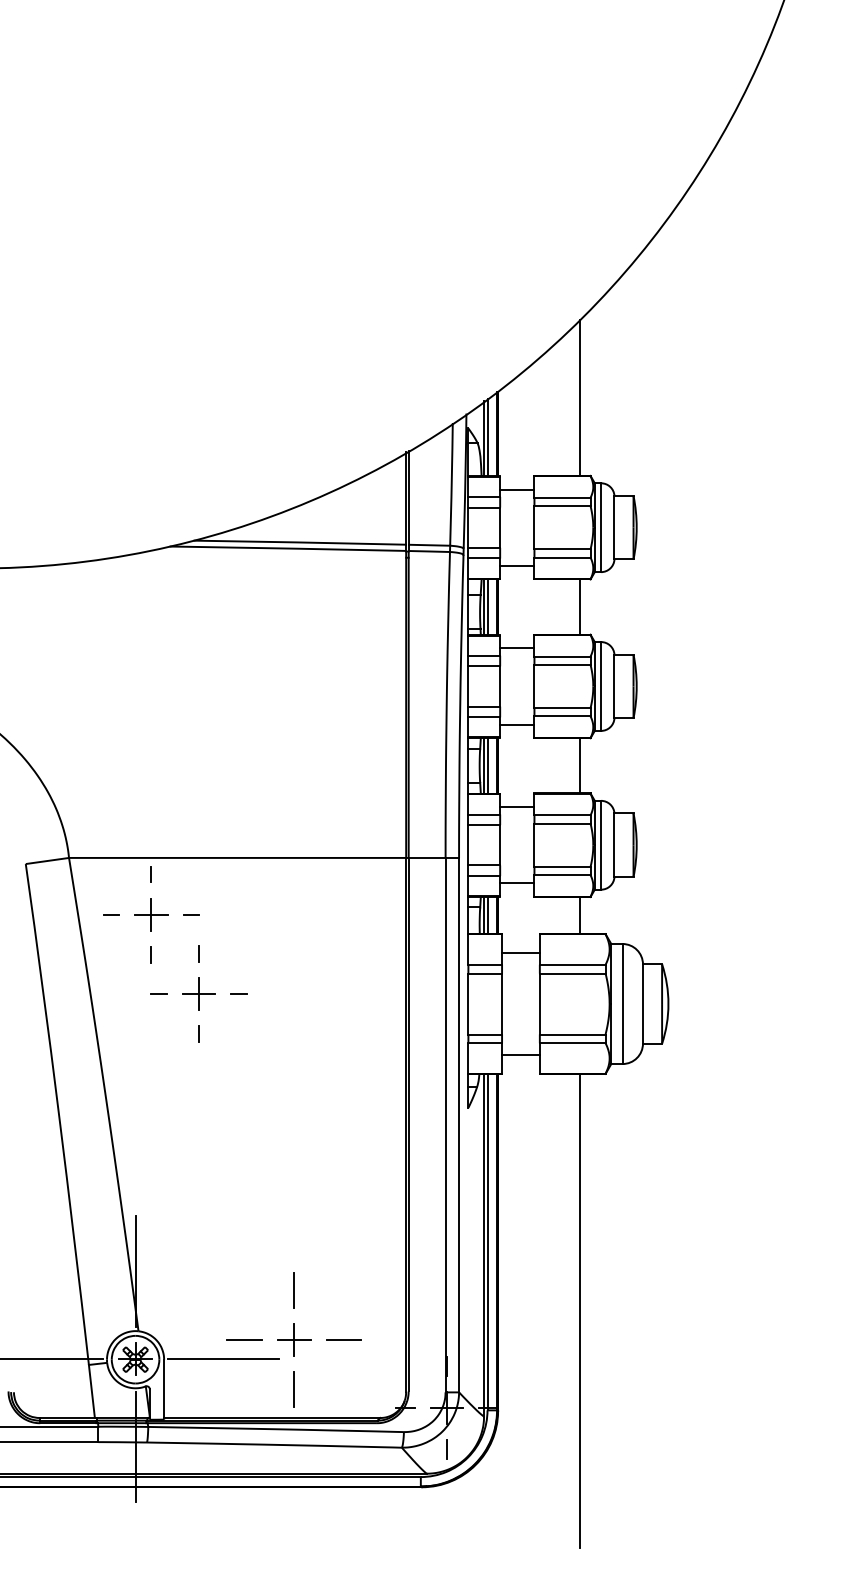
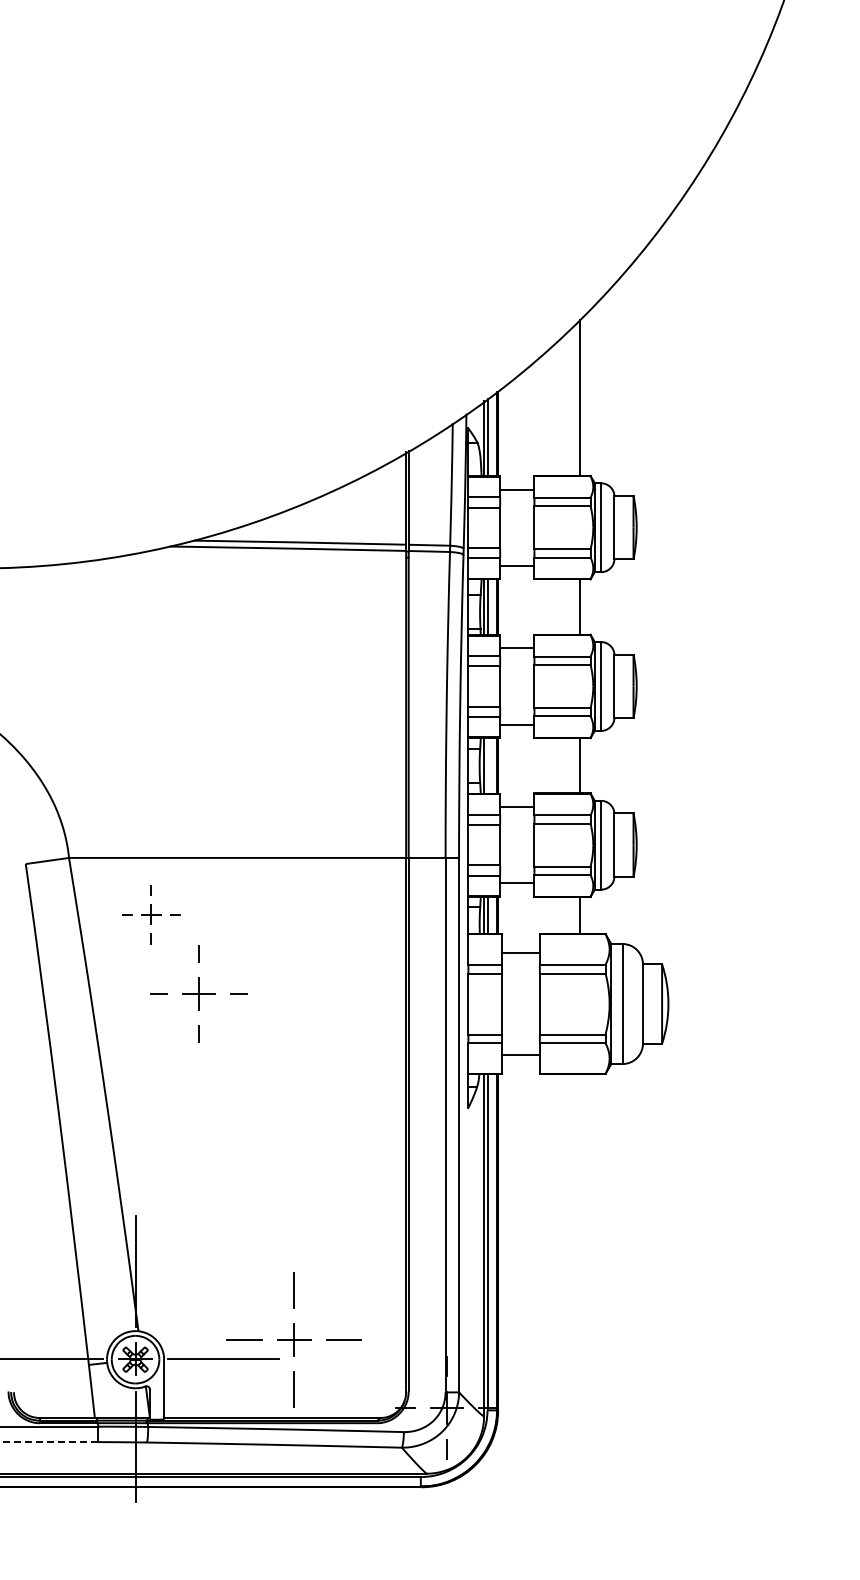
line at (487, 765): present -> none
part at (151, 914) size: 97x98 px -> 59x60 px
line at (580, 1310): present -> none
line at (49, 1442): solid -> dashed
